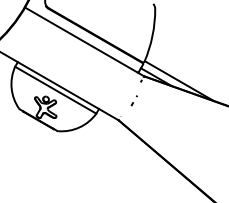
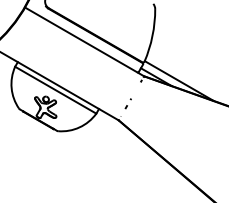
part at (133, 100) position: (133, 100) -> (127, 103)
